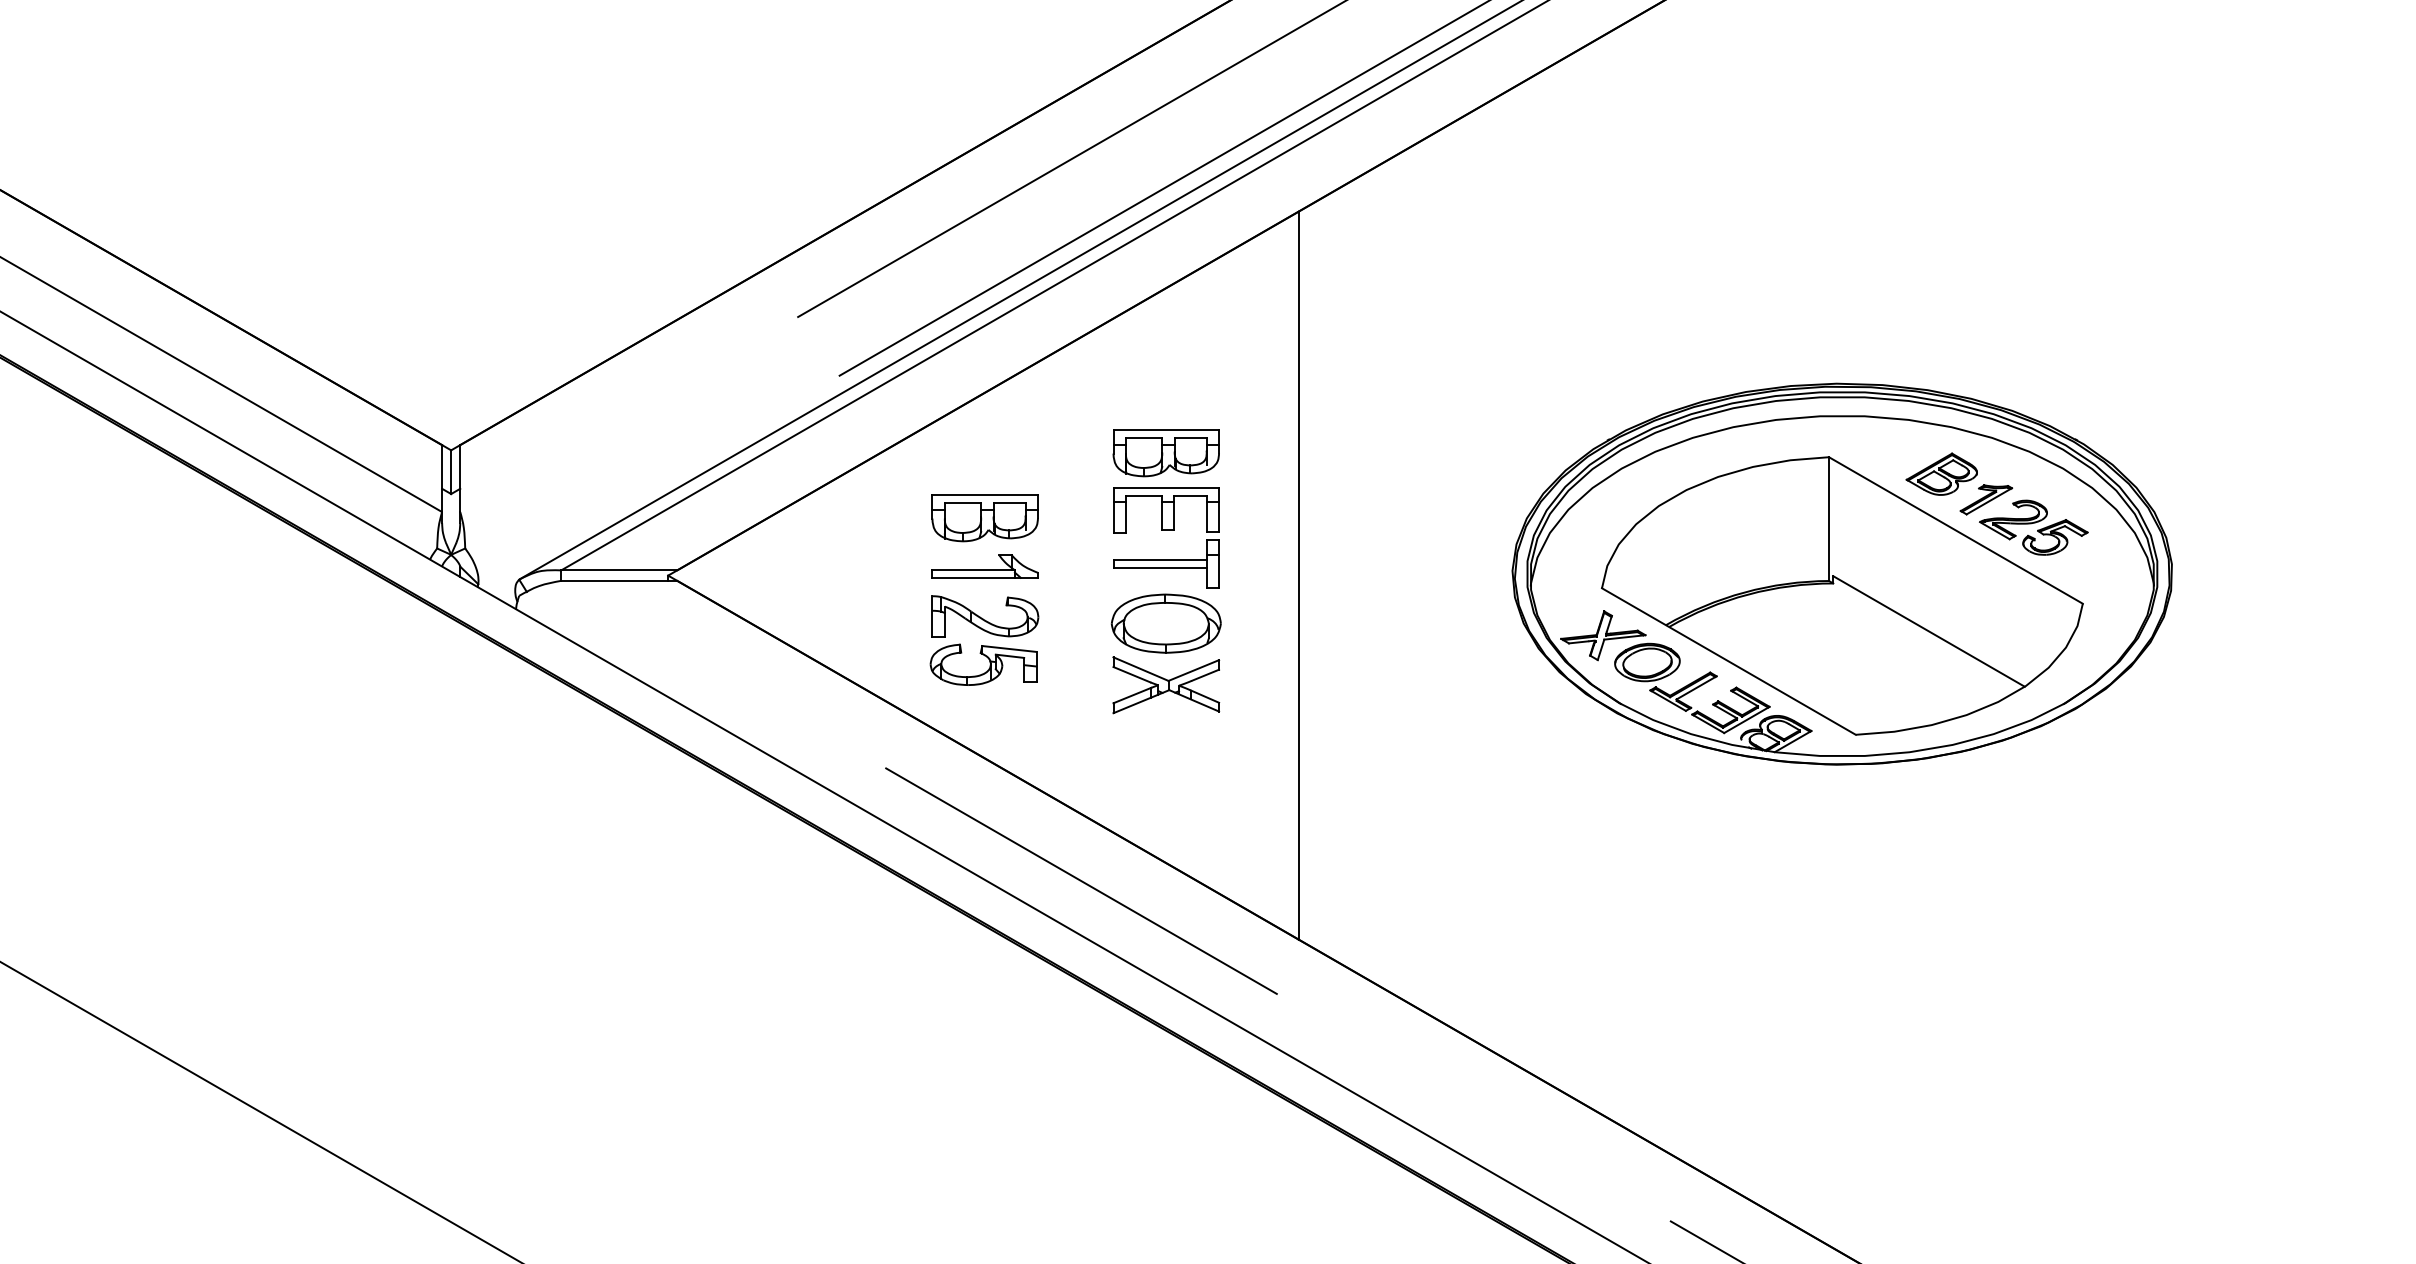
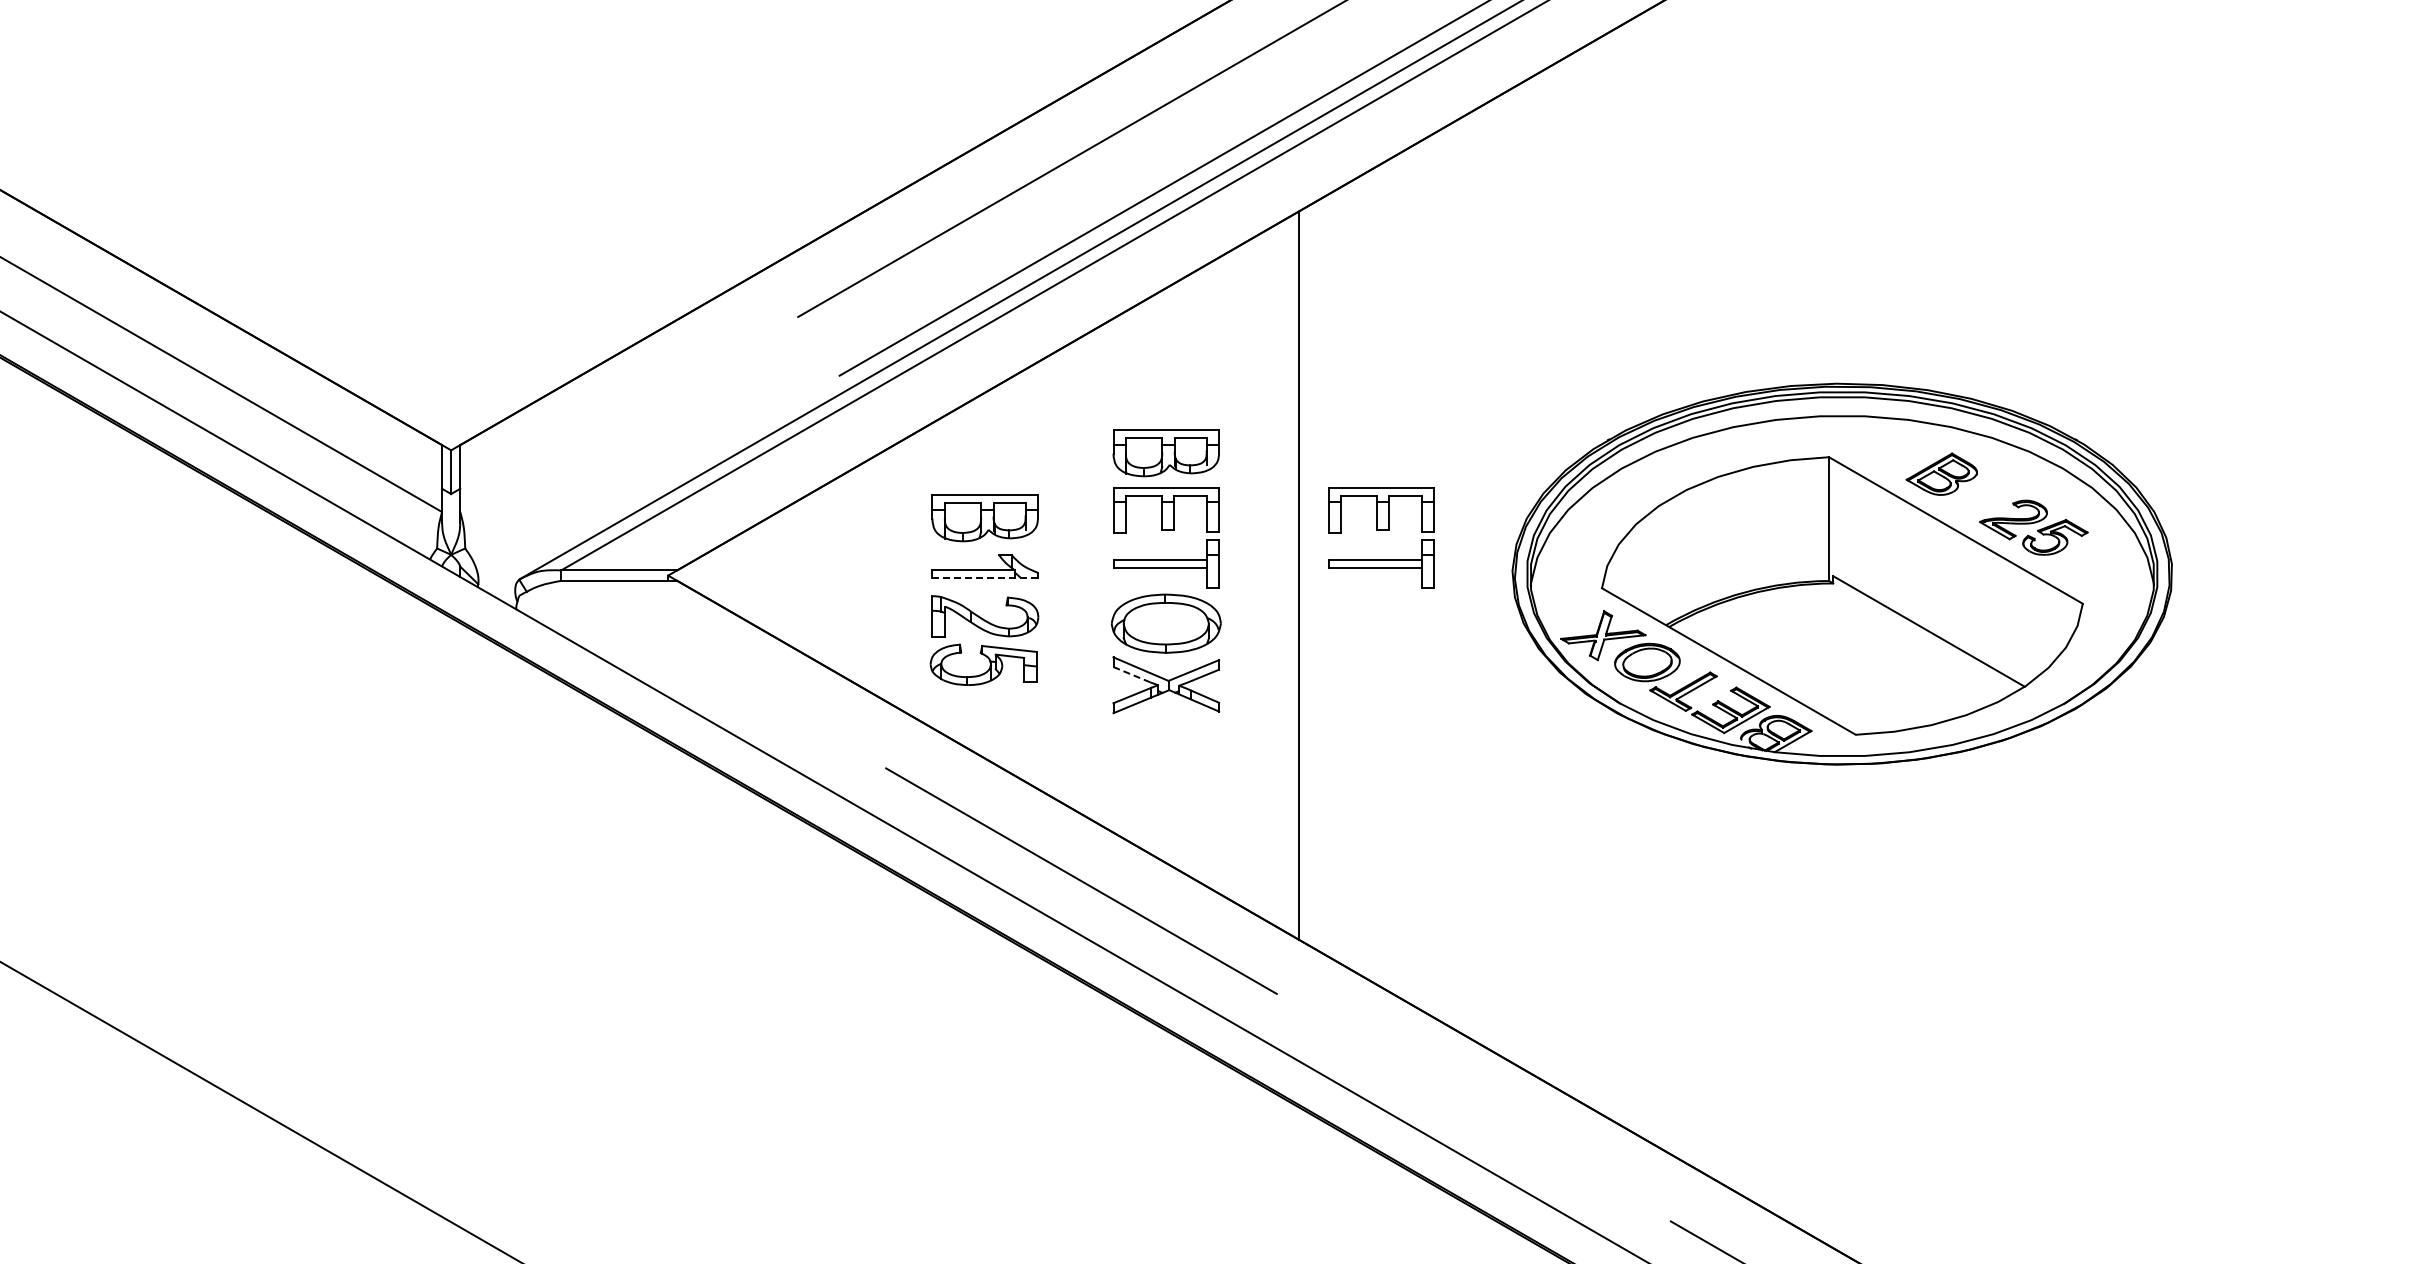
part at (1986, 499): present -> none
part at (1381, 530): none -> present
line at (984, 577): solid -> dashed
line at (1131, 674): solid -> dashed
